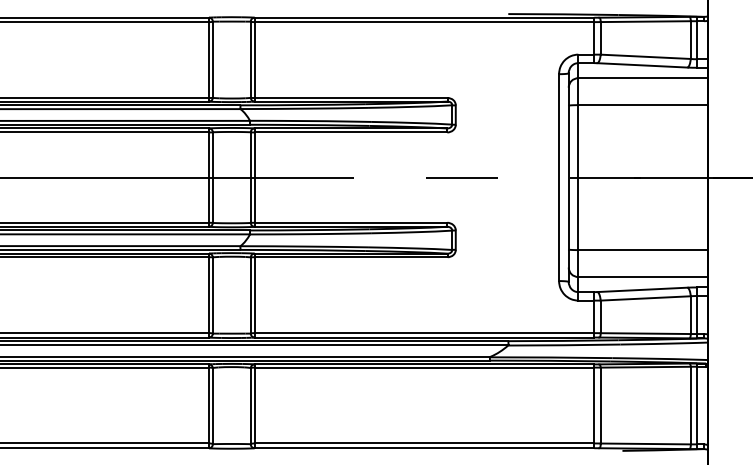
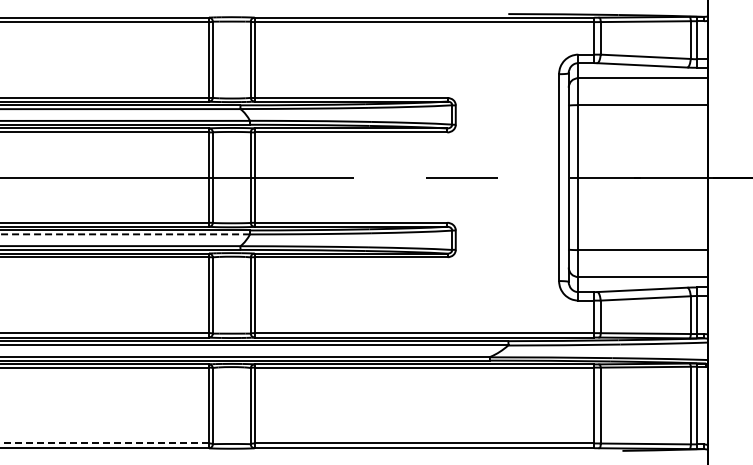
line at (125, 234): solid -> dashed
line at (105, 443): solid -> dashed
